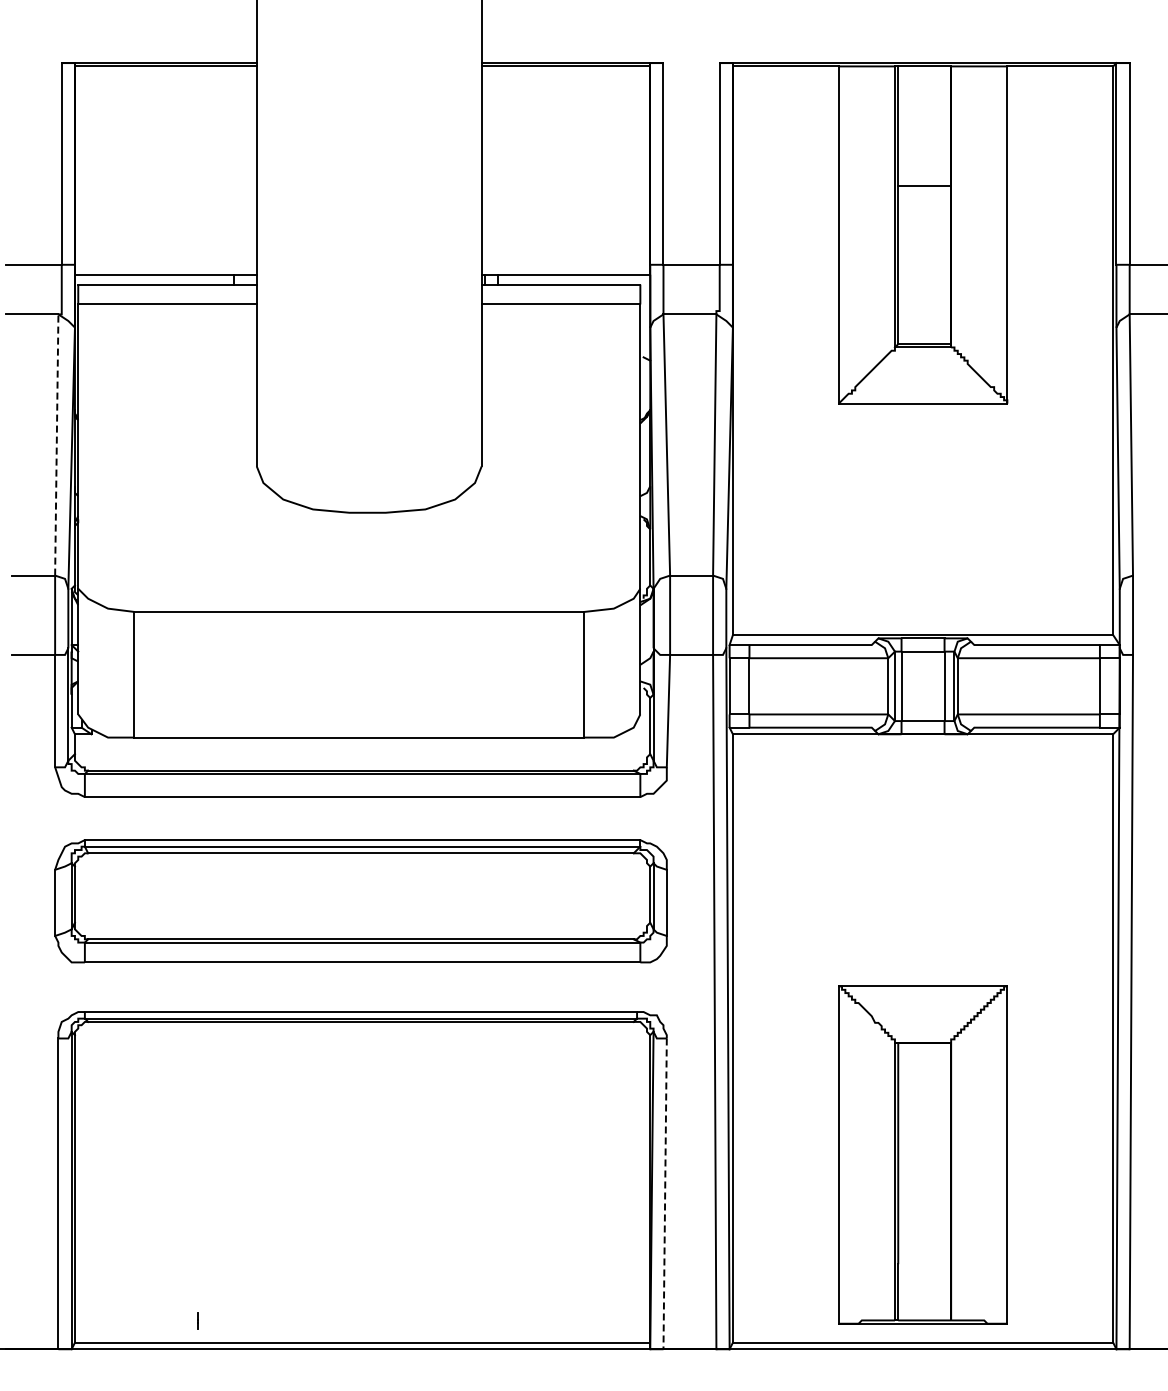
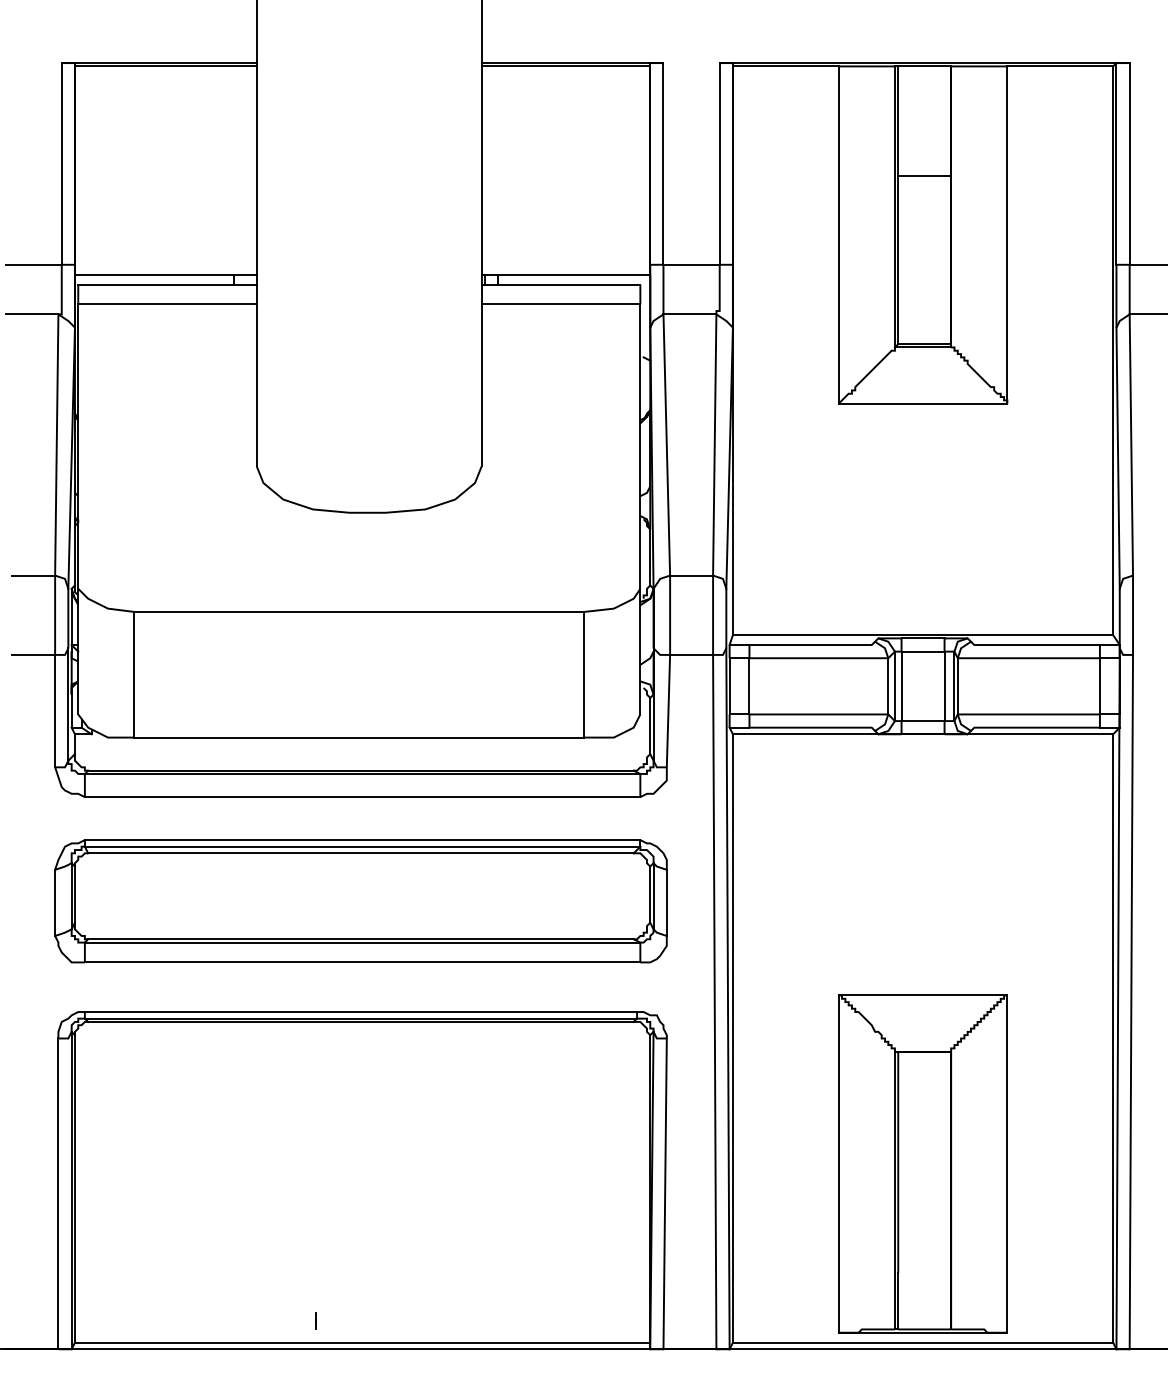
line at (924, 185) position: (924, 185) -> (924, 175)
line at (56, 444): dashed -> solid
part at (922, 1154) position: (922, 1154) -> (922, 1163)
line at (665, 1194): dashed -> solid
line at (197, 1320) position: (197, 1320) -> (315, 1320)
